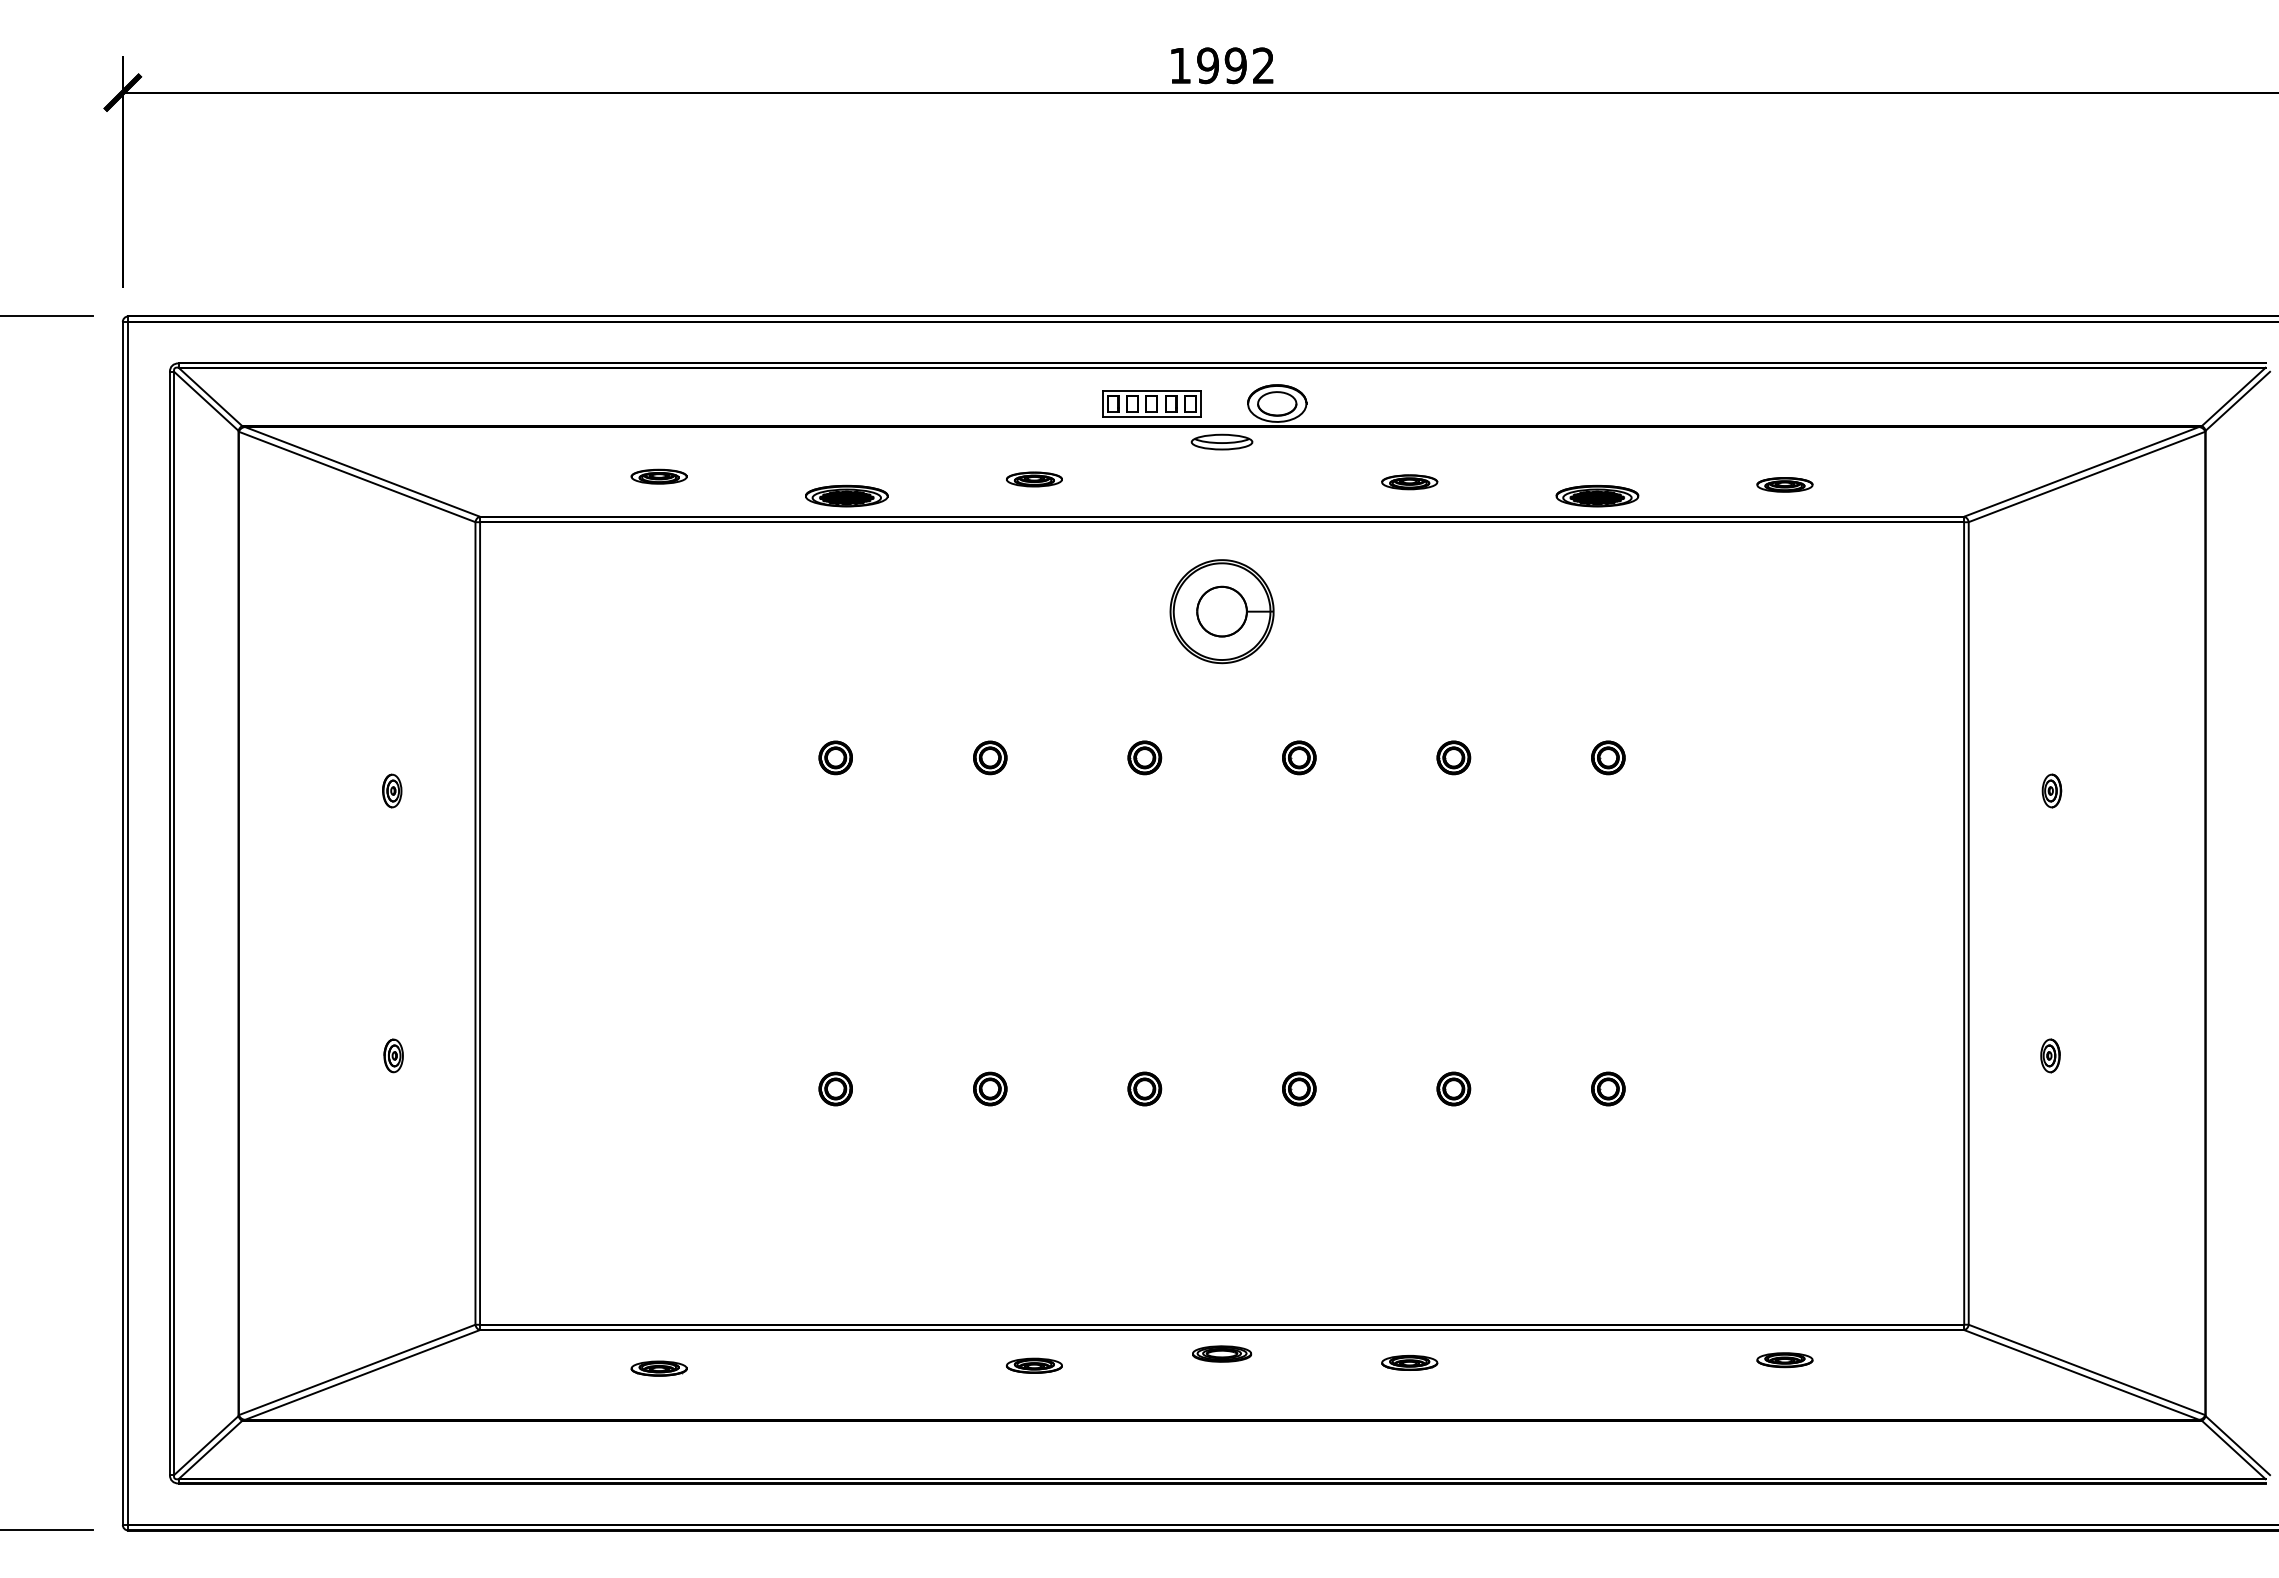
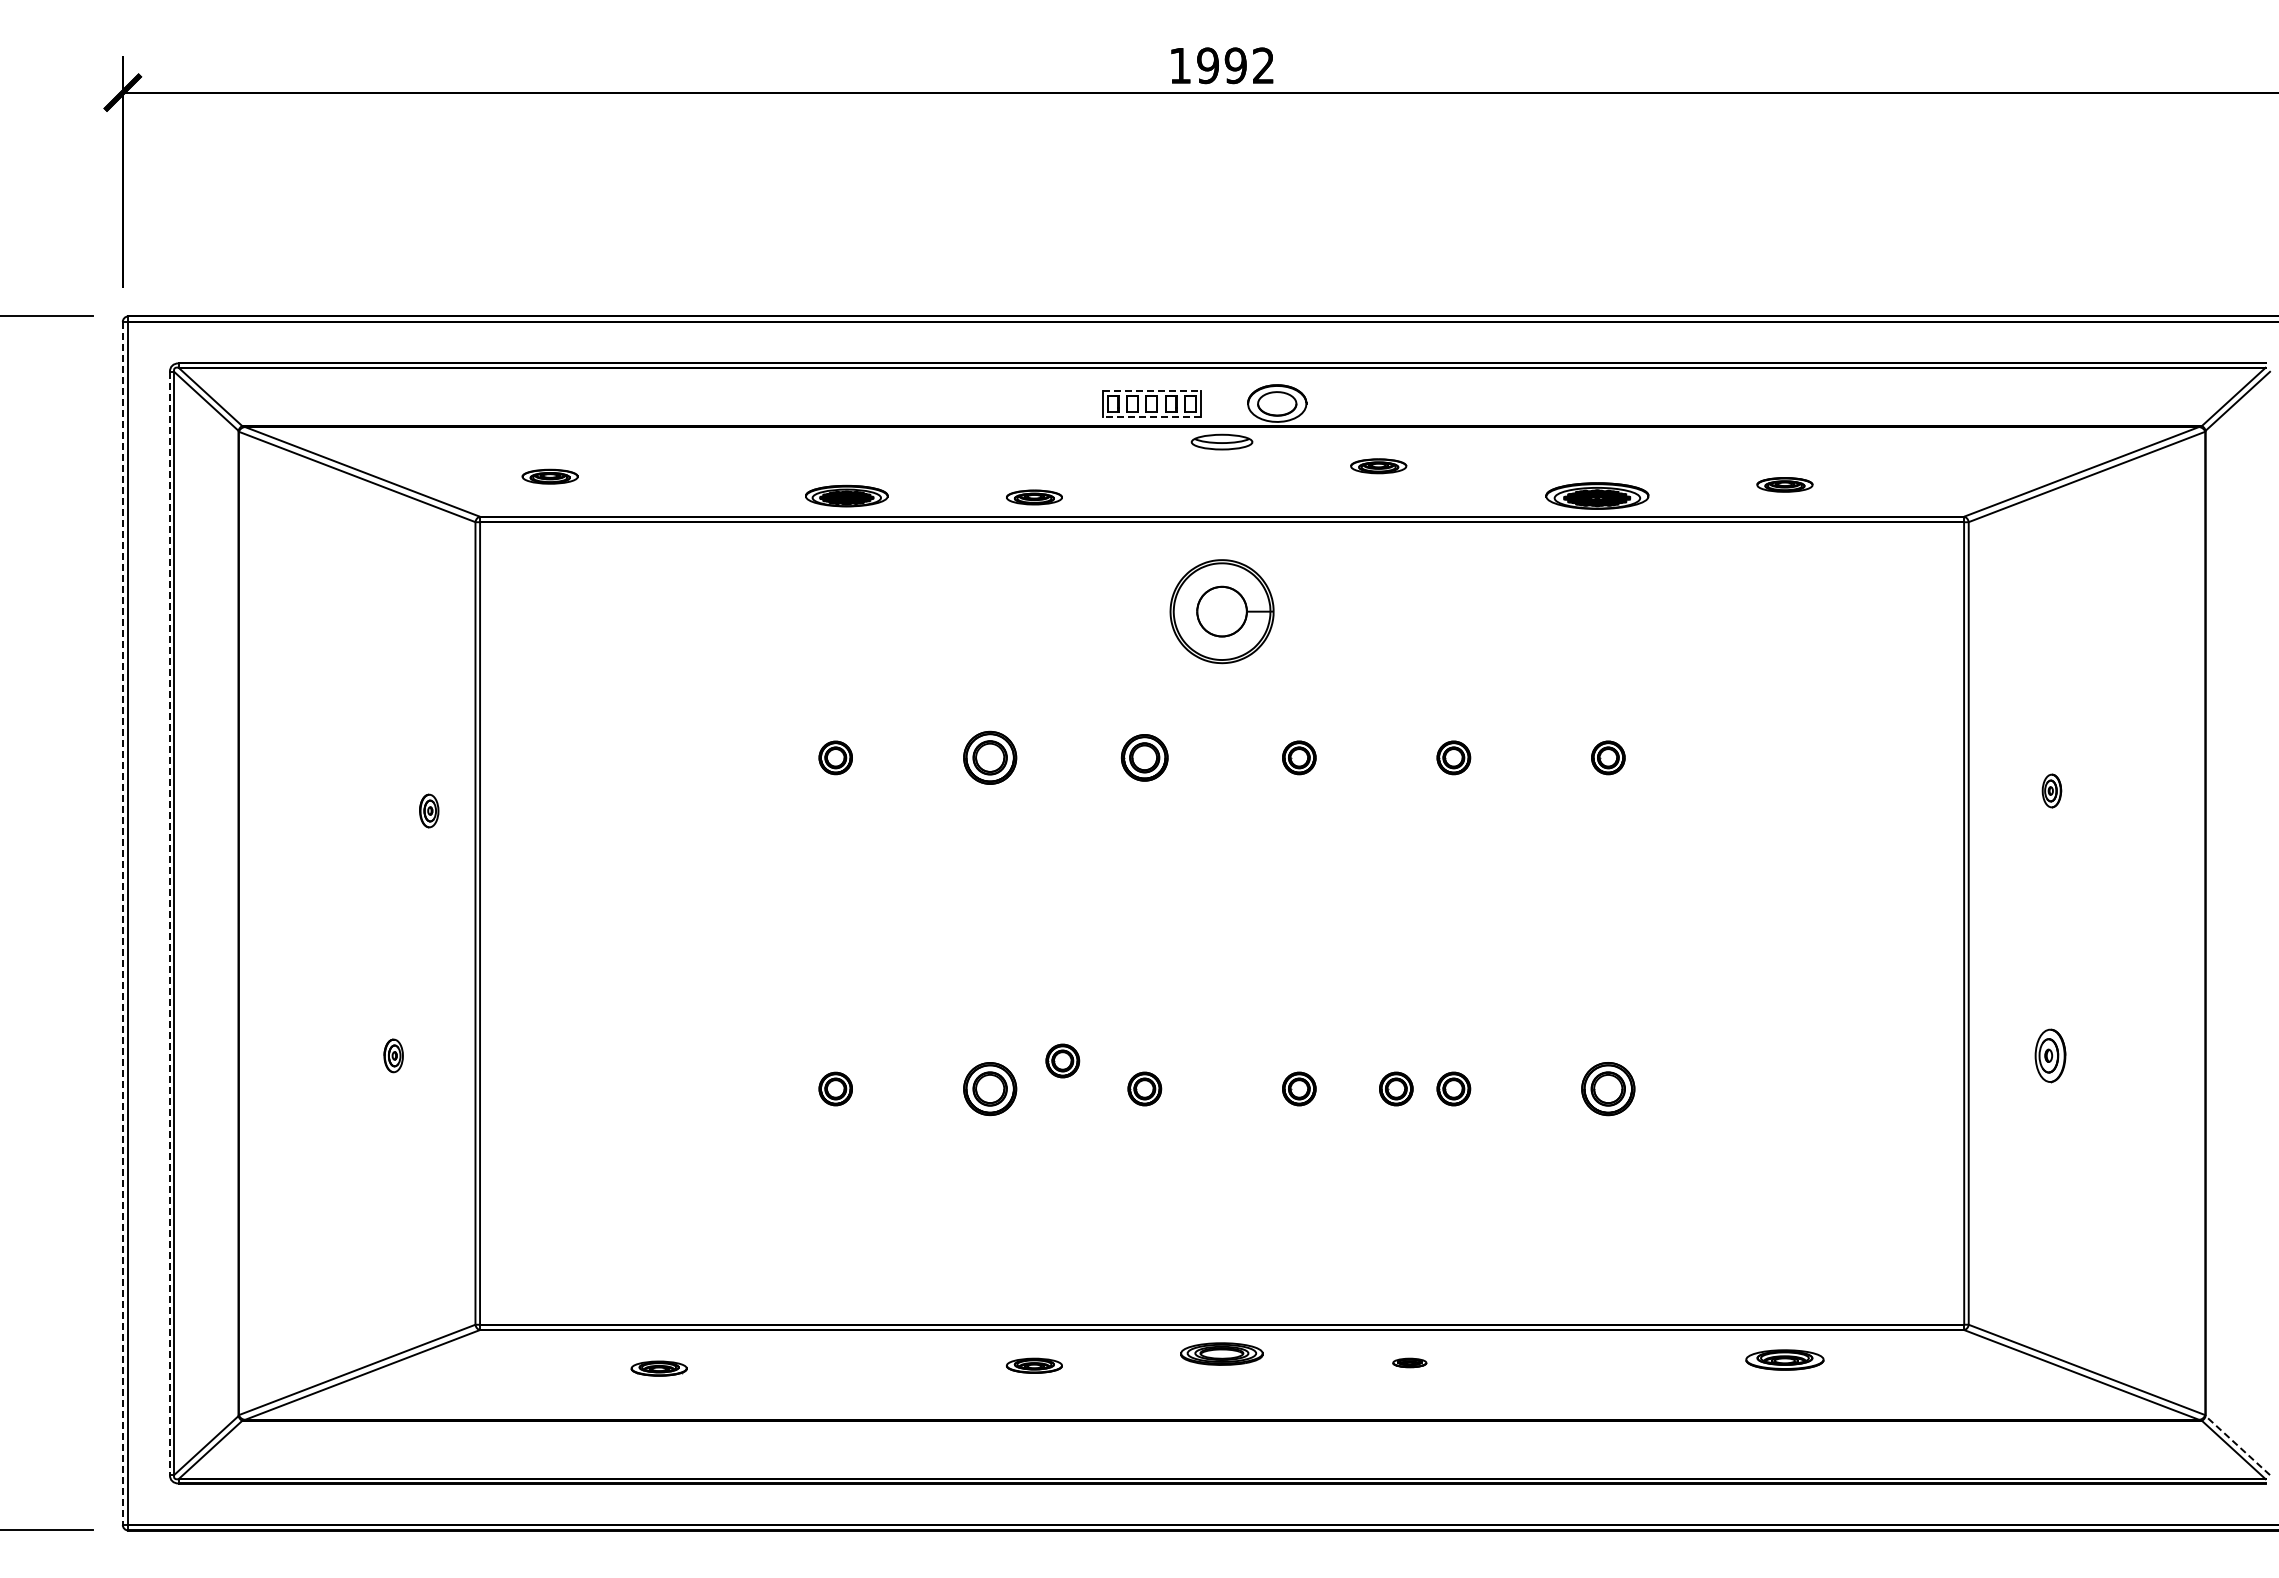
line at (1151, 390): solid -> dashed
line at (1151, 417): solid -> dashed
part at (658, 476) position: (658, 476) -> (549, 476)
part at (1034, 479) position: (1034, 479) -> (1034, 497)
part at (1409, 482) position: (1409, 482) -> (1378, 466)
part at (1597, 496) size: 85x23 px -> 105x28 px
part at (990, 757) size: 35x36 px -> 55x55 px
part at (1144, 757) size: 36x36 px -> 49x48 px
part at (392, 790) position: (392, 790) -> (429, 810)
line at (122, 923): solid -> dashed
line at (169, 923): solid -> dashed
part at (2050, 1055) size: 21x36 px -> 33x56 px
part at (1062, 1060): none -> present
part at (990, 1088) size: 35x36 px -> 55x54 px
part at (1396, 1088): none -> present
part at (1608, 1088) size: 35x36 px -> 55x55 px
part at (1222, 1353) size: 61x18 px -> 84x24 px
part at (1784, 1360) size: 58x17 px -> 80x22 px
part at (1409, 1362) size: 58x16 px -> 36x12 px
line at (2237, 1445): solid -> dashed
